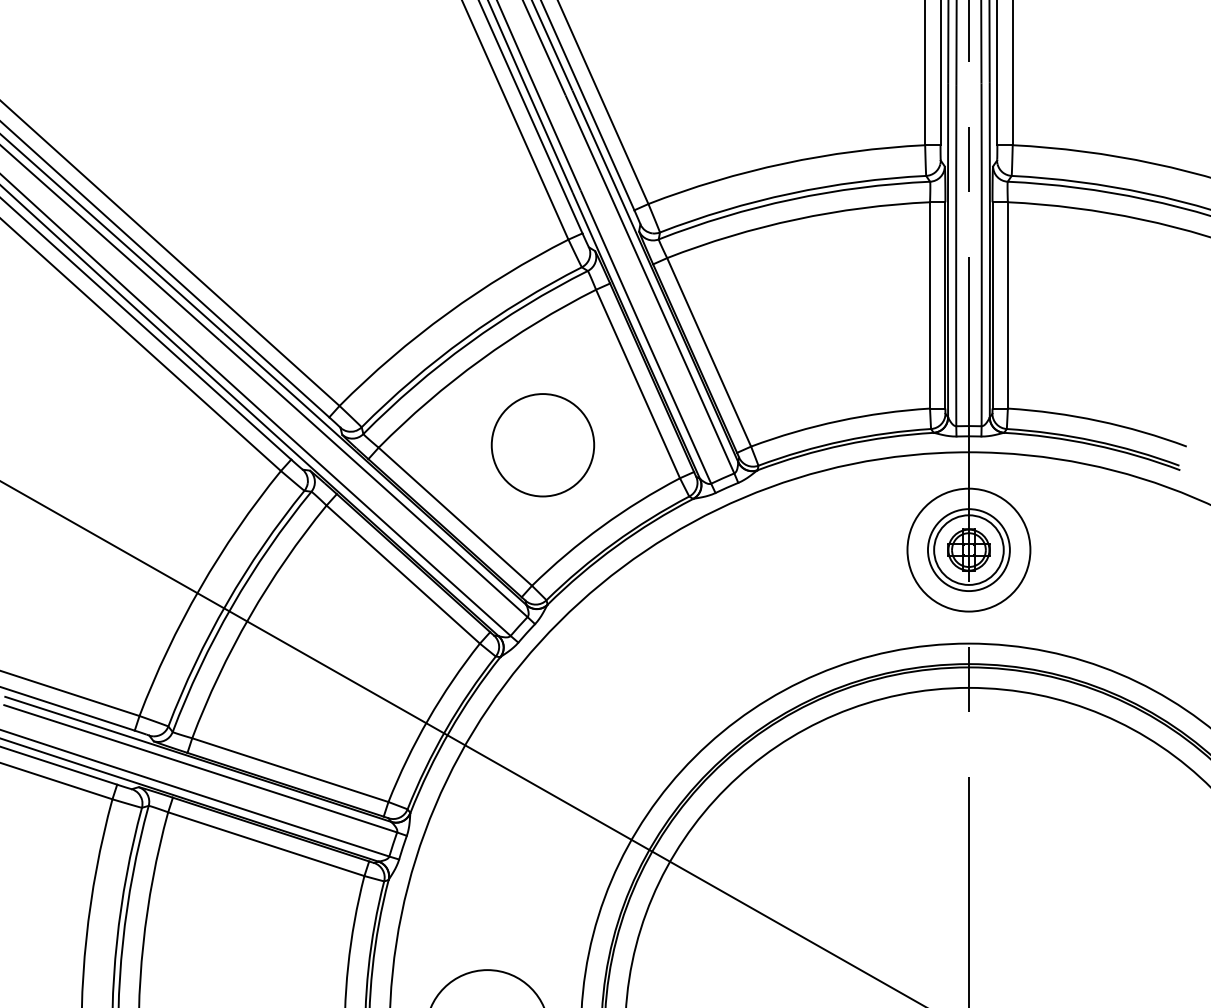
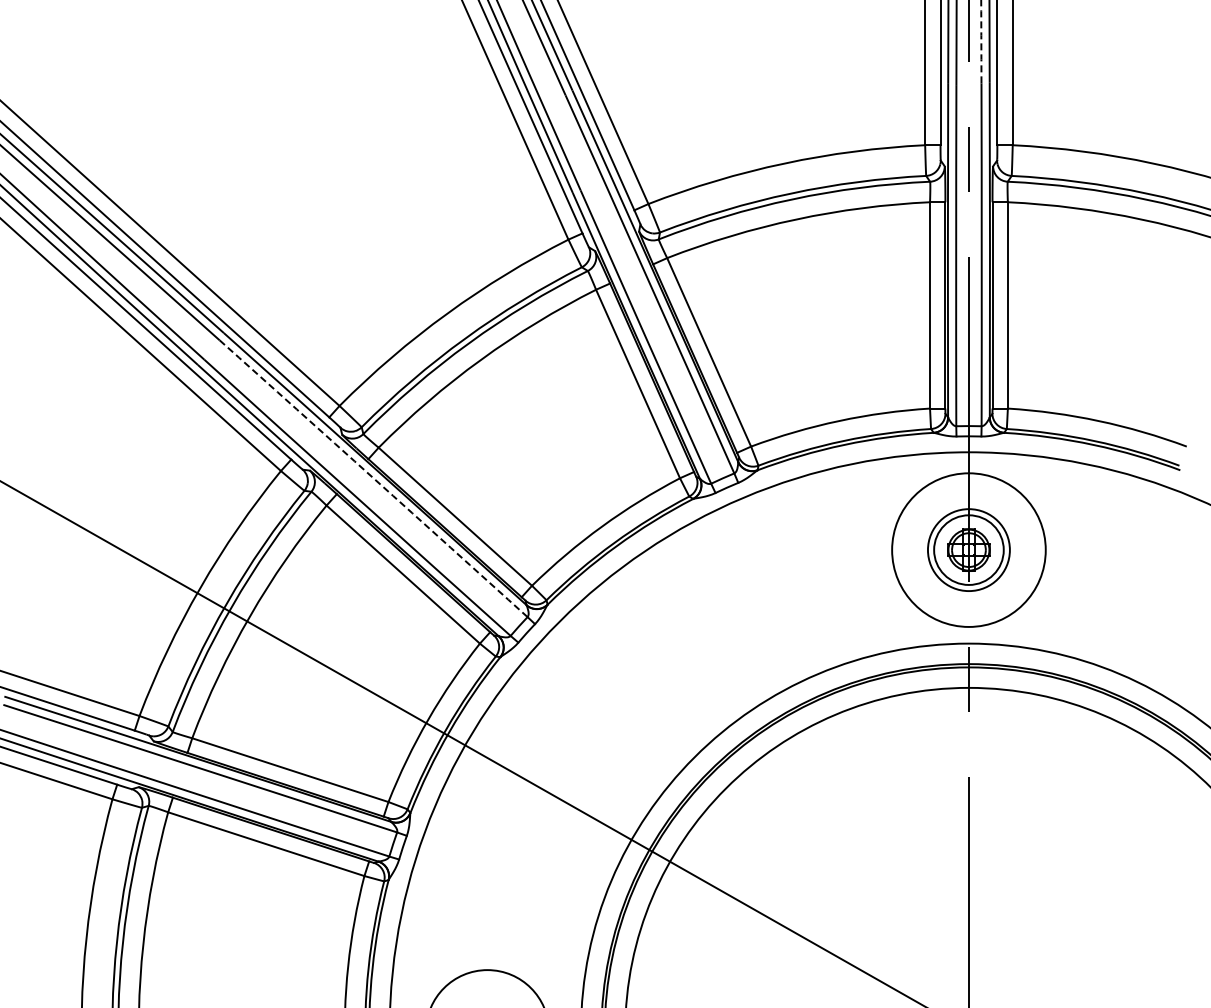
arc at (981, 41): solid -> dashed
circle at (542, 445): present -> none
arc at (373, 478): solid -> dashed
circle at (968, 549) diameter: 123 px -> 154 px
